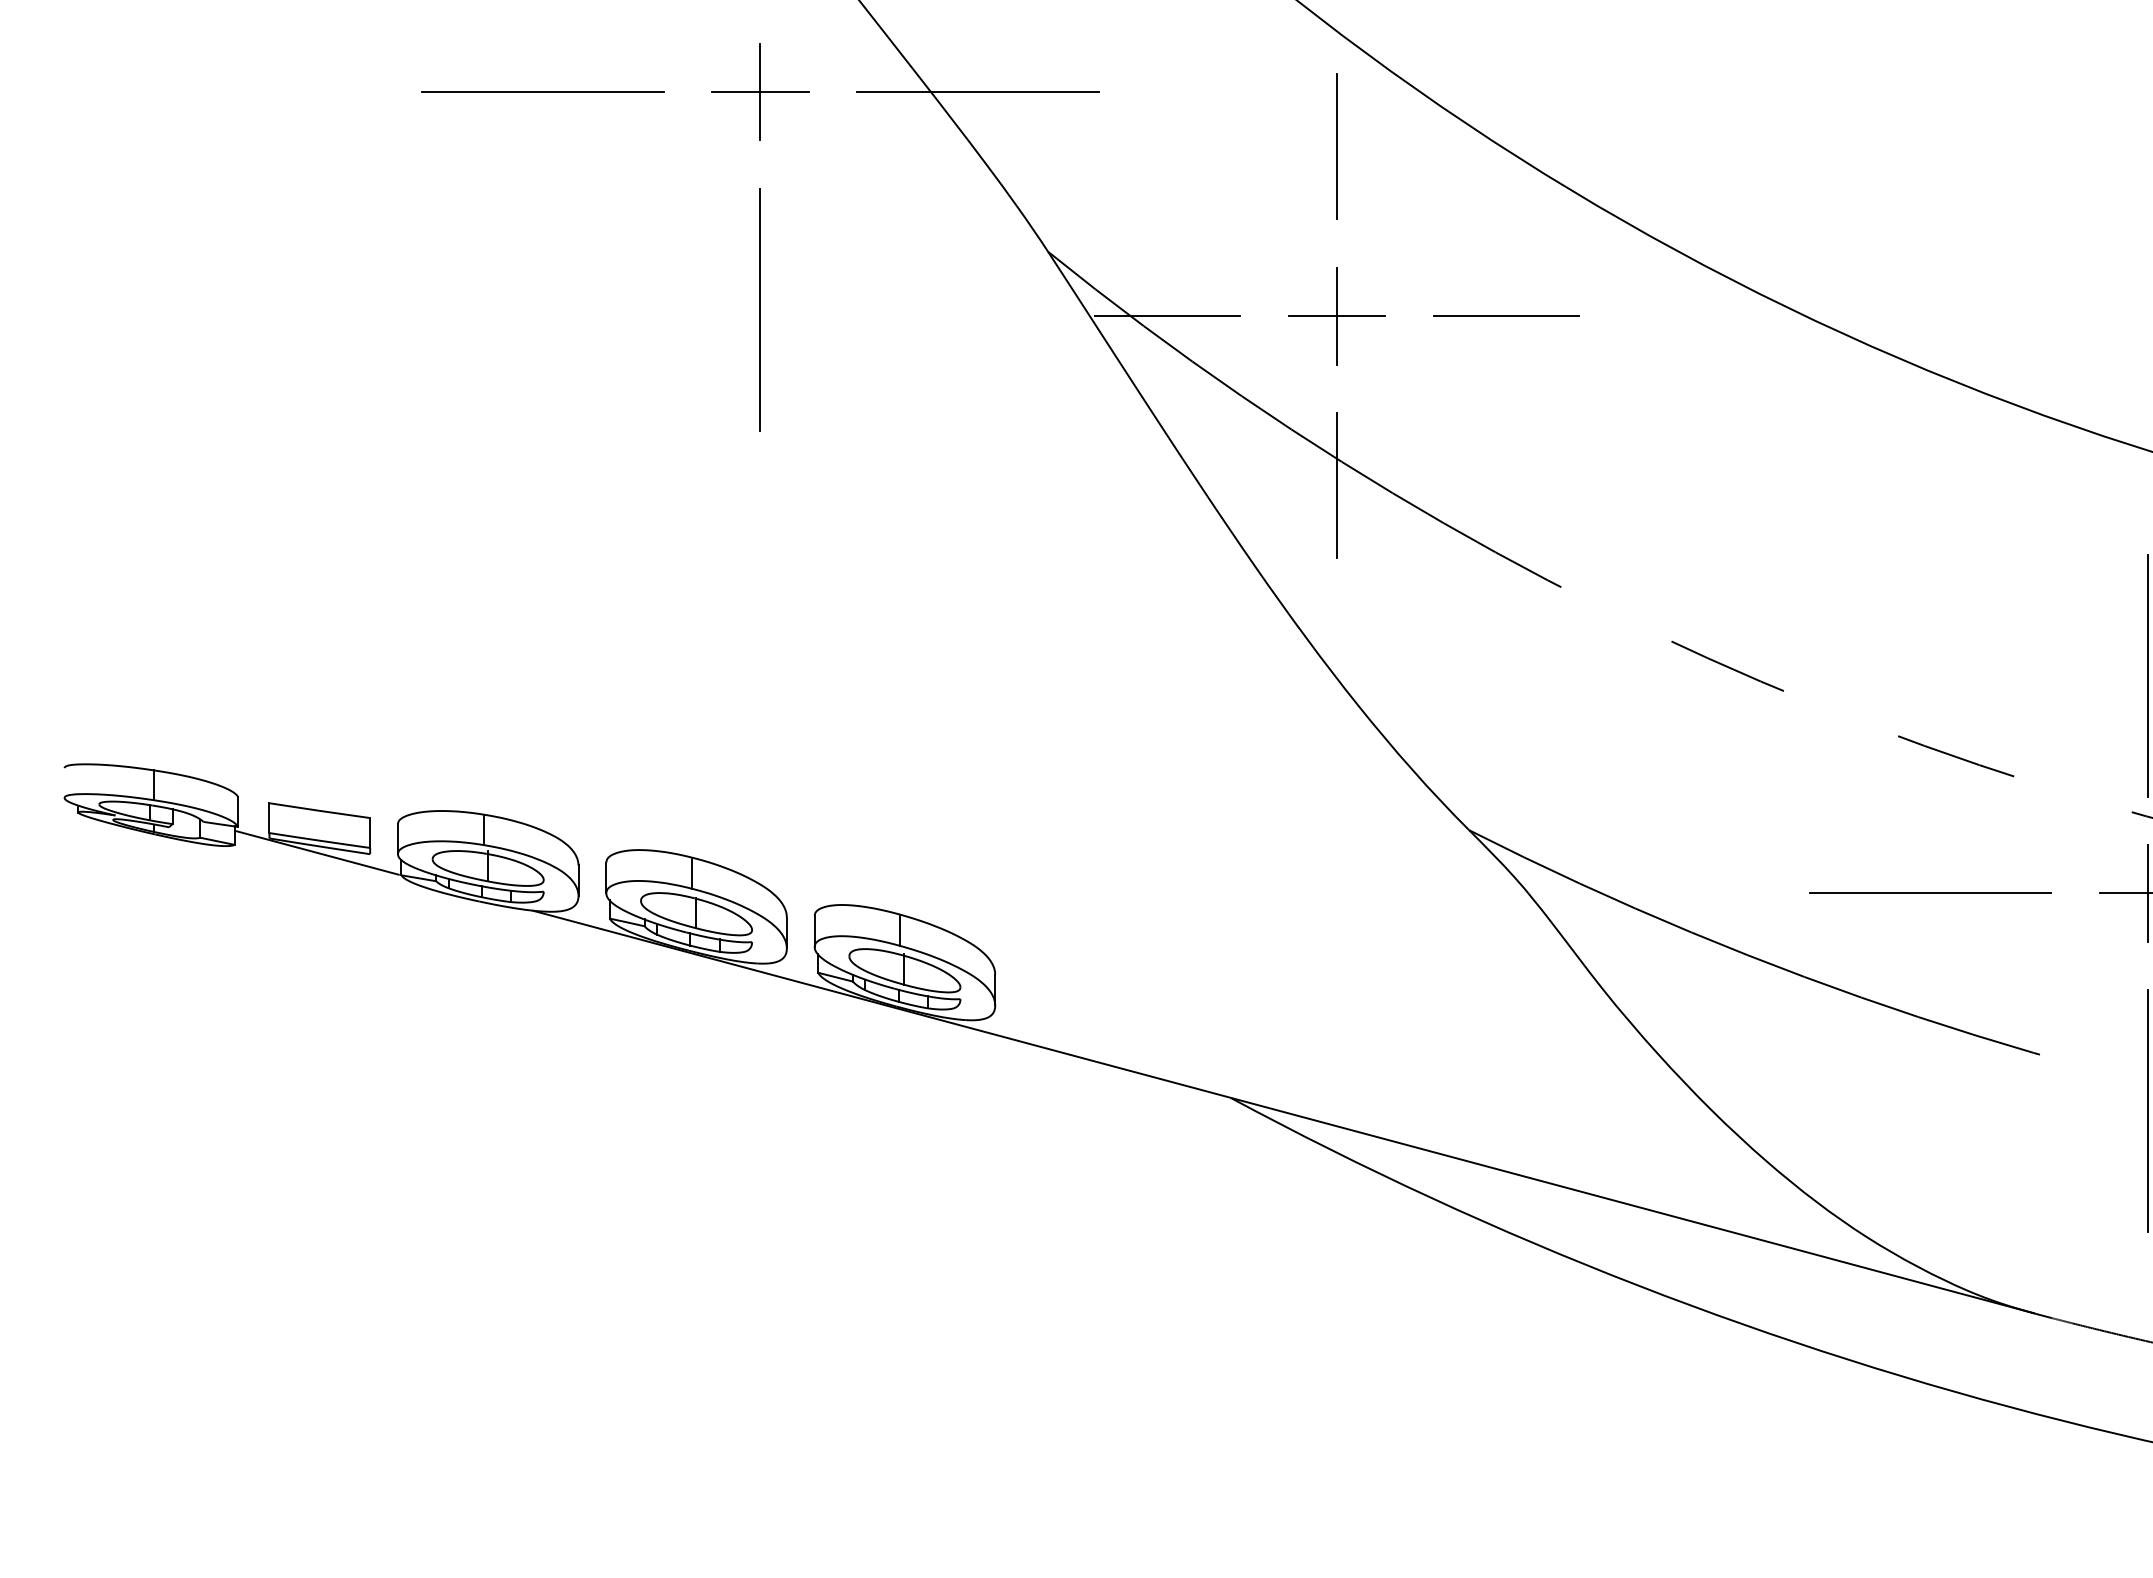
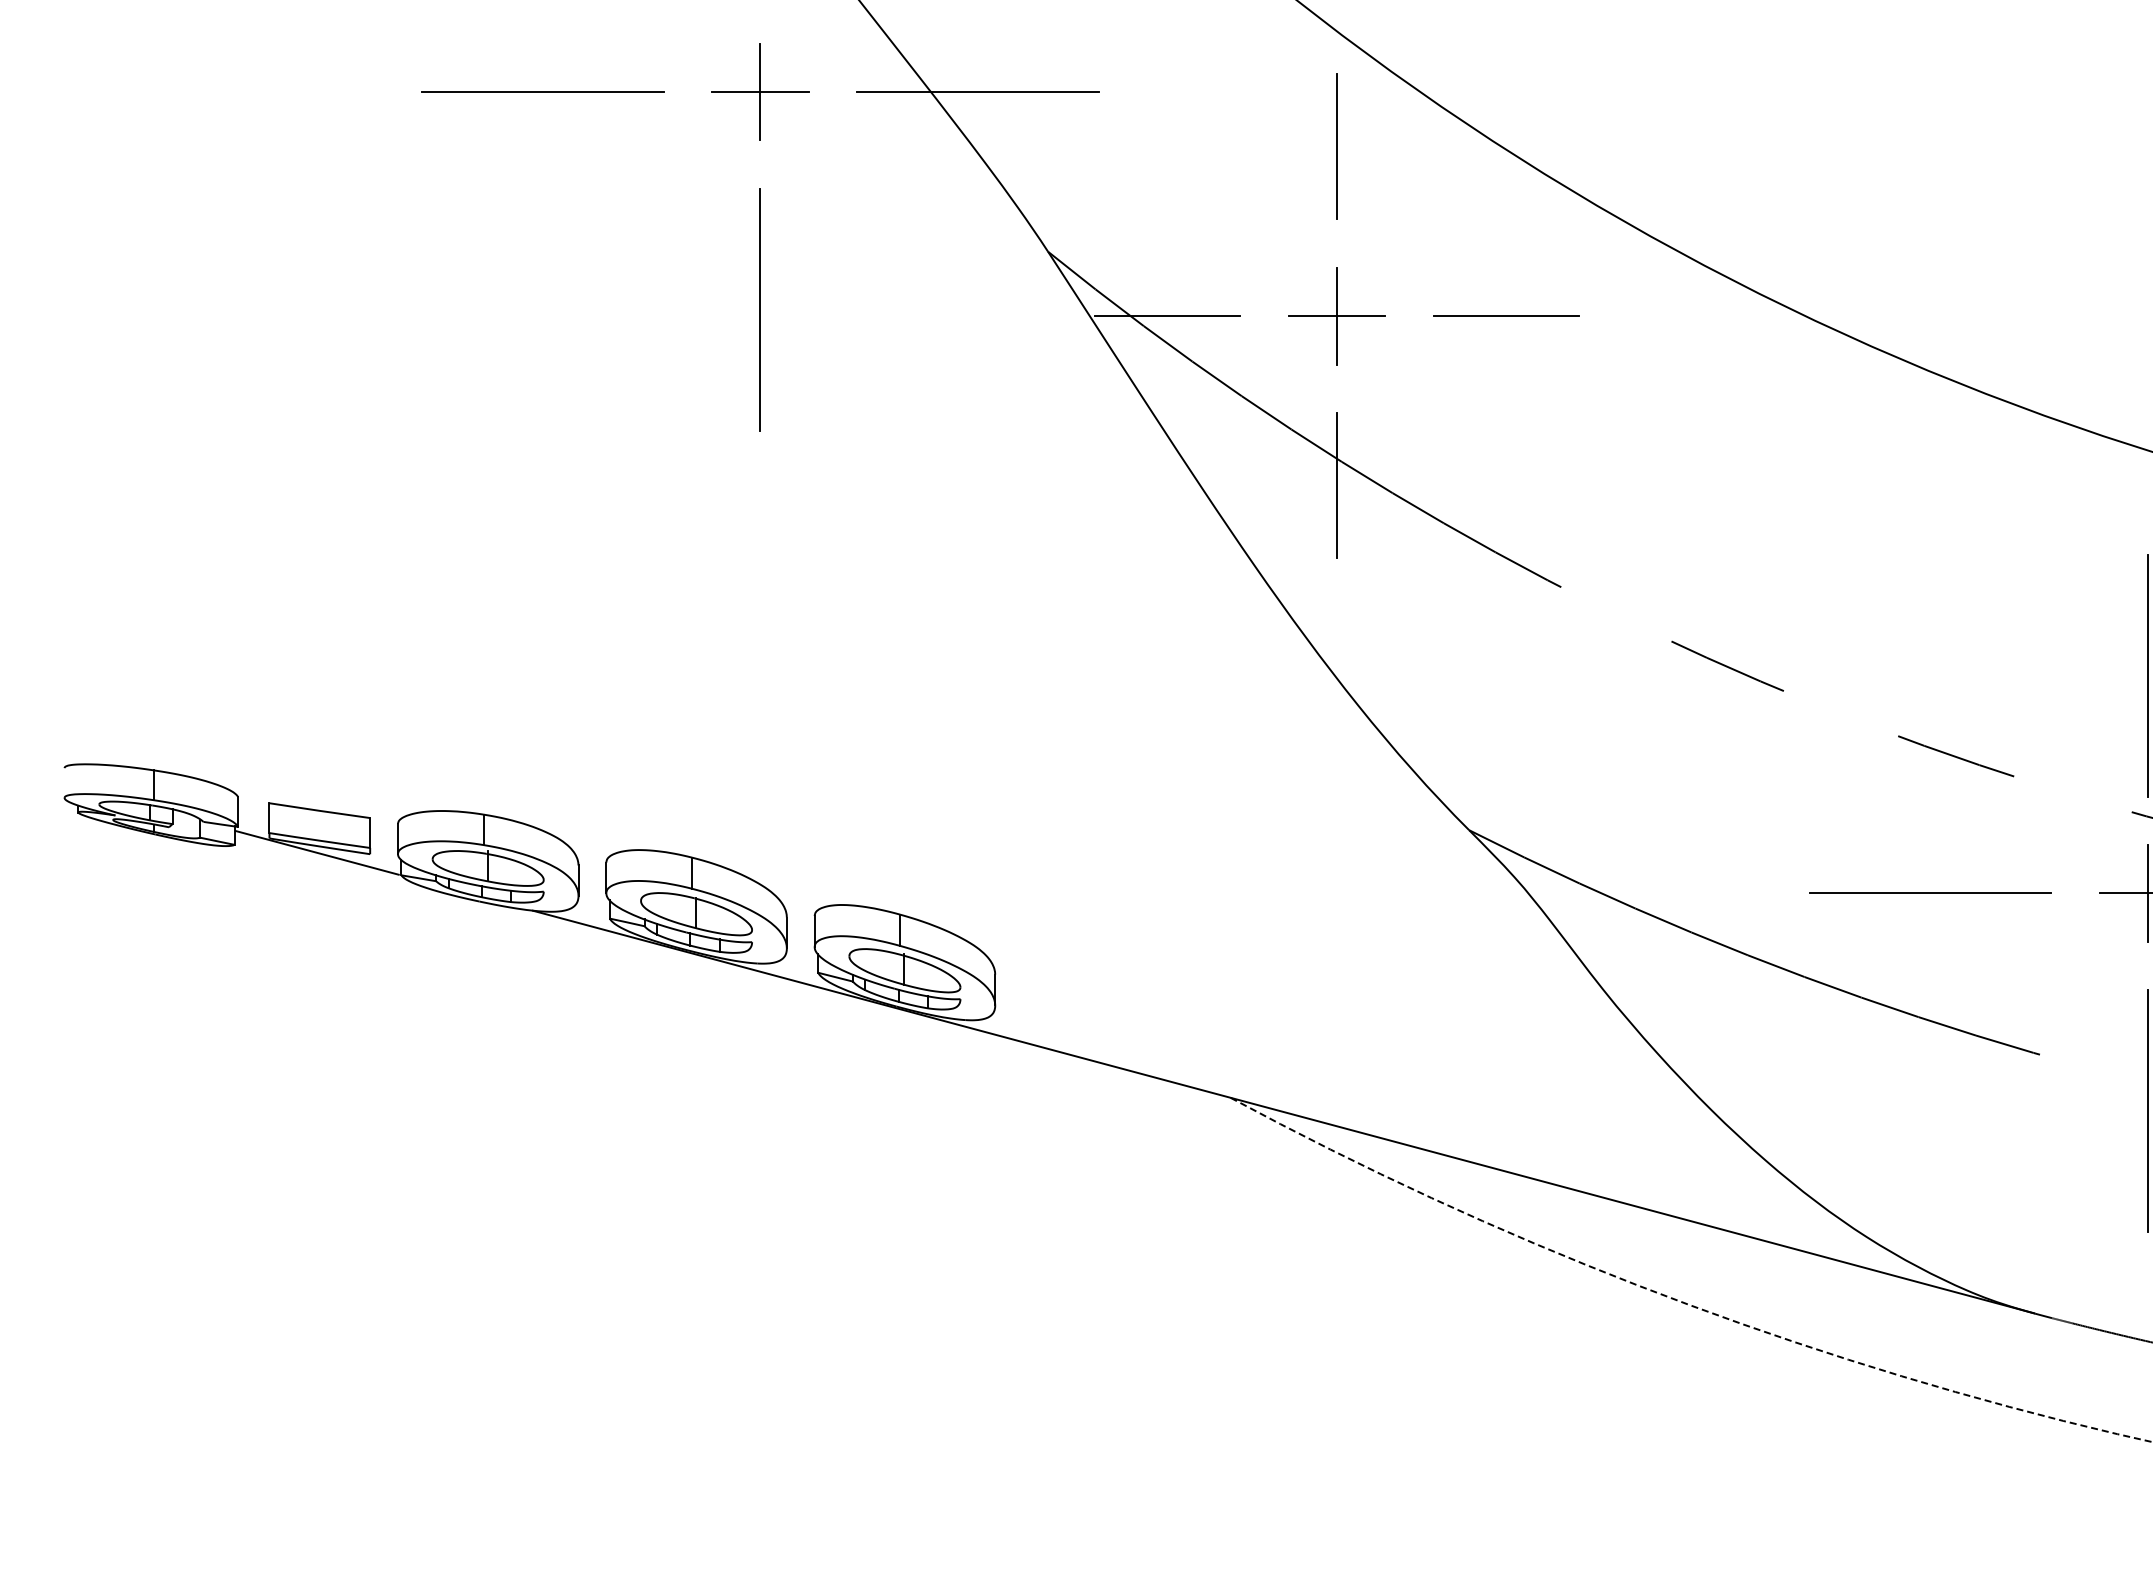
arc at (1678, 1300): solid -> dashed
